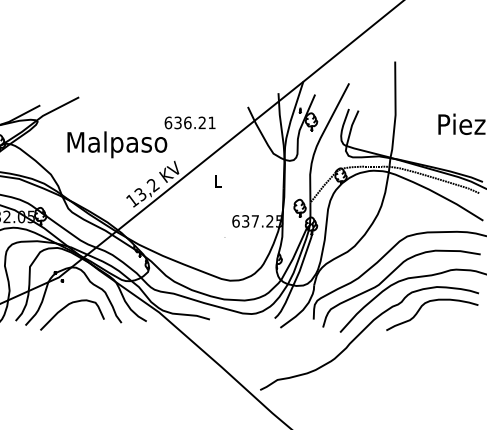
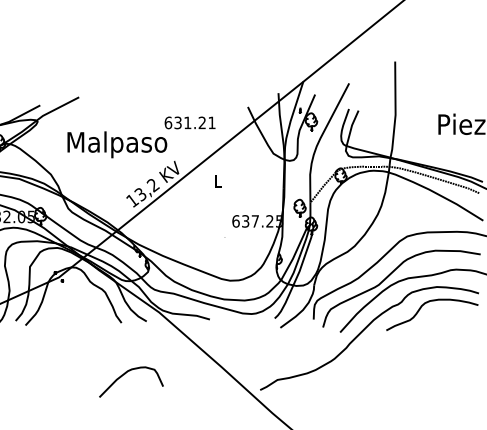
text at (187, 122): 636.21 -> 631.21
curve at (66, 307) position: (66, 307) -> (125, 374)
